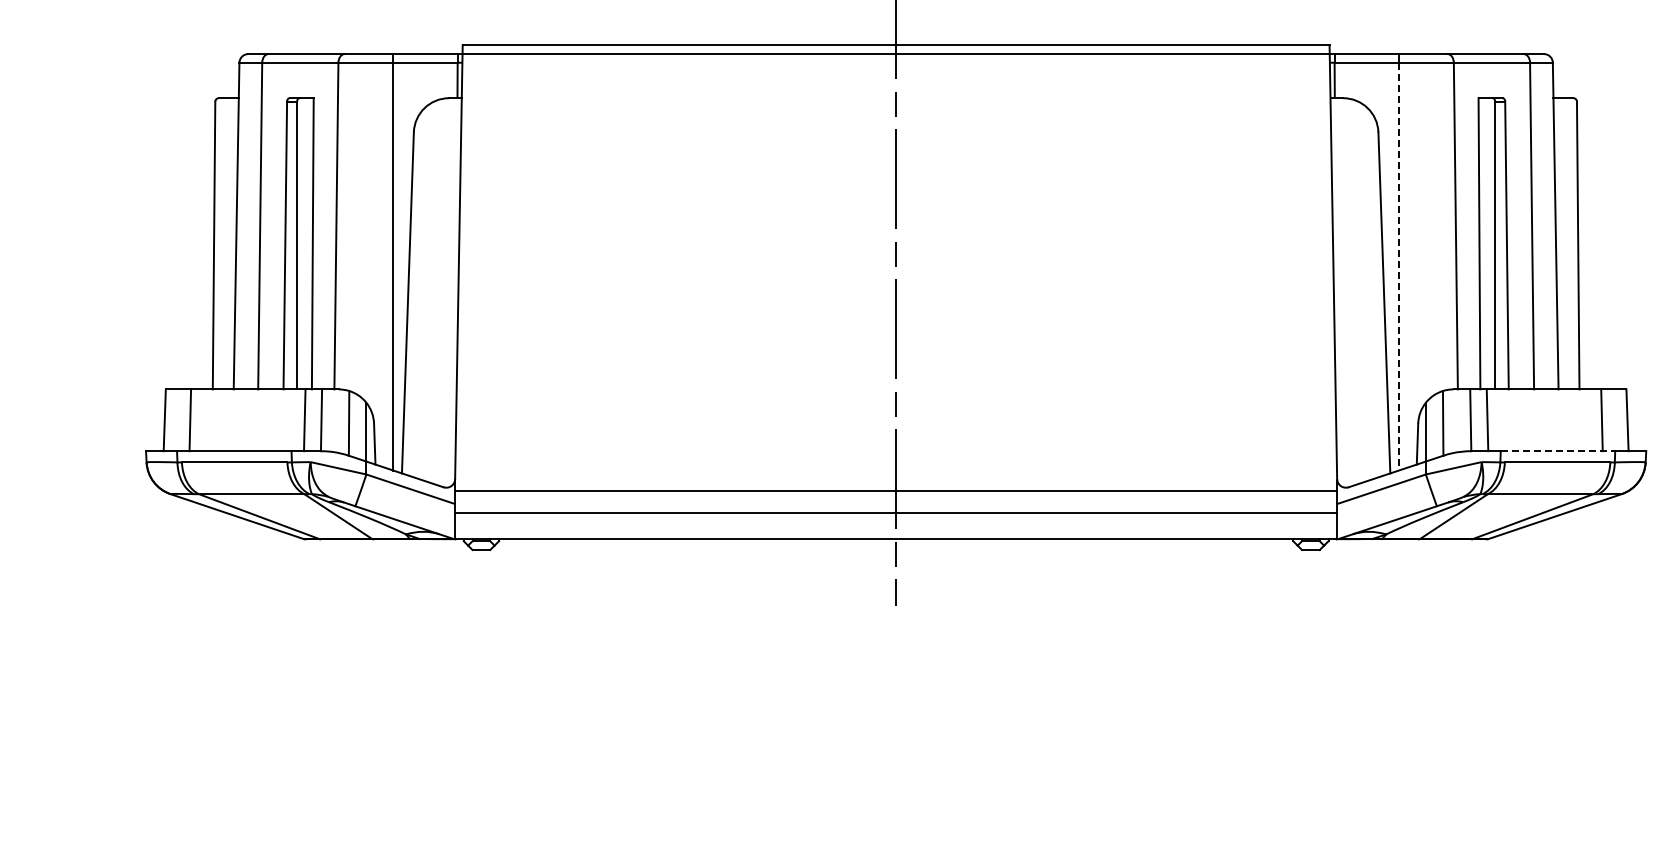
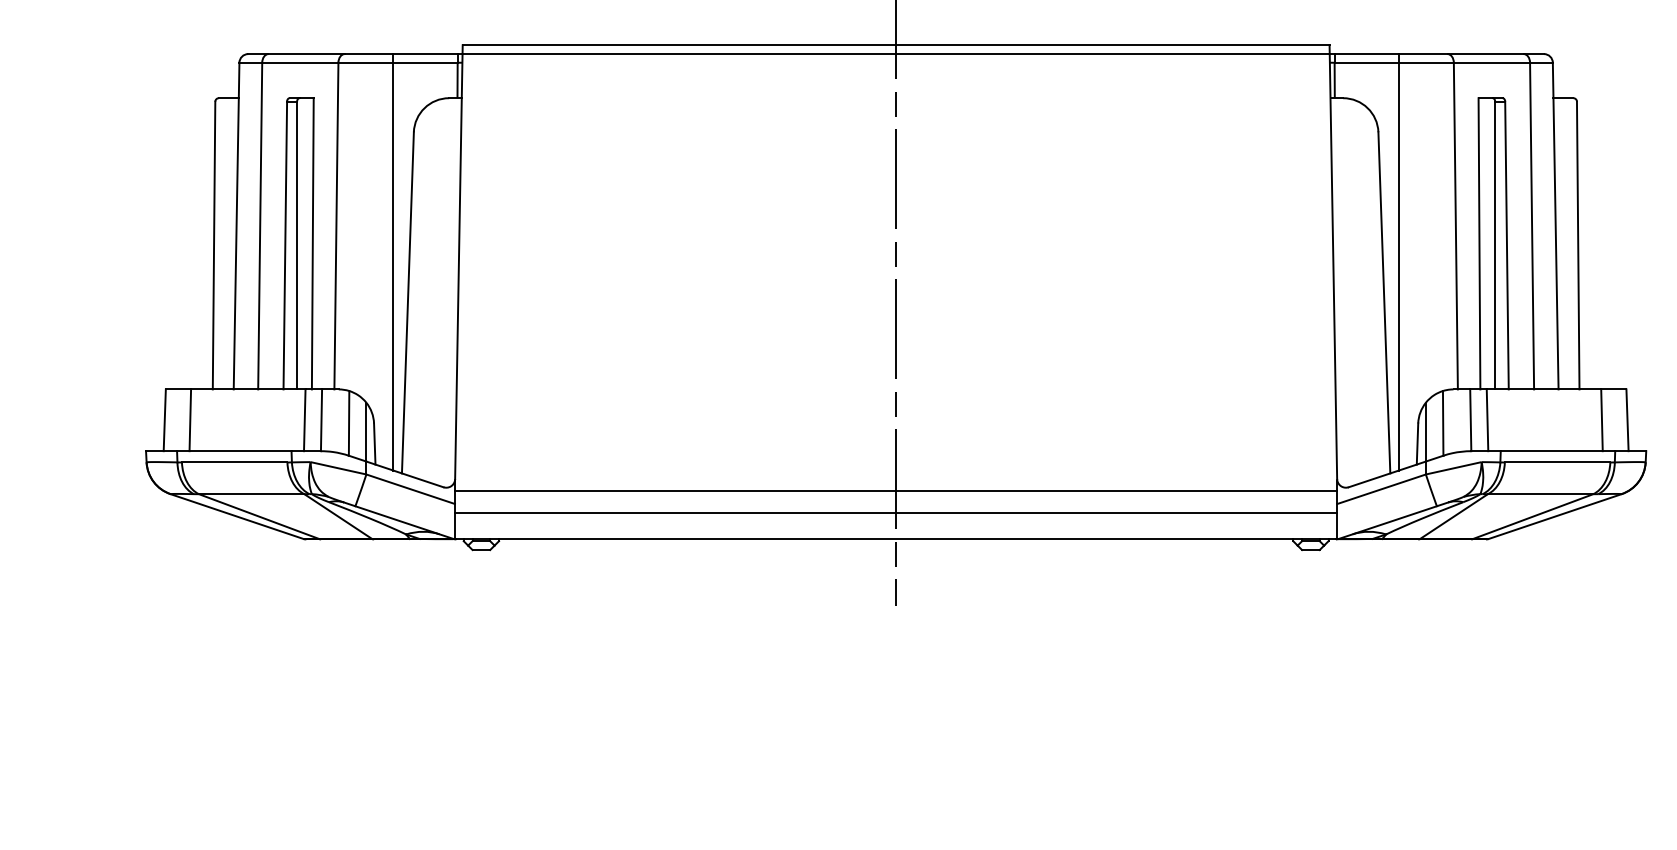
line at (1398, 266): dashed -> solid
line at (1558, 451): dashed -> solid
